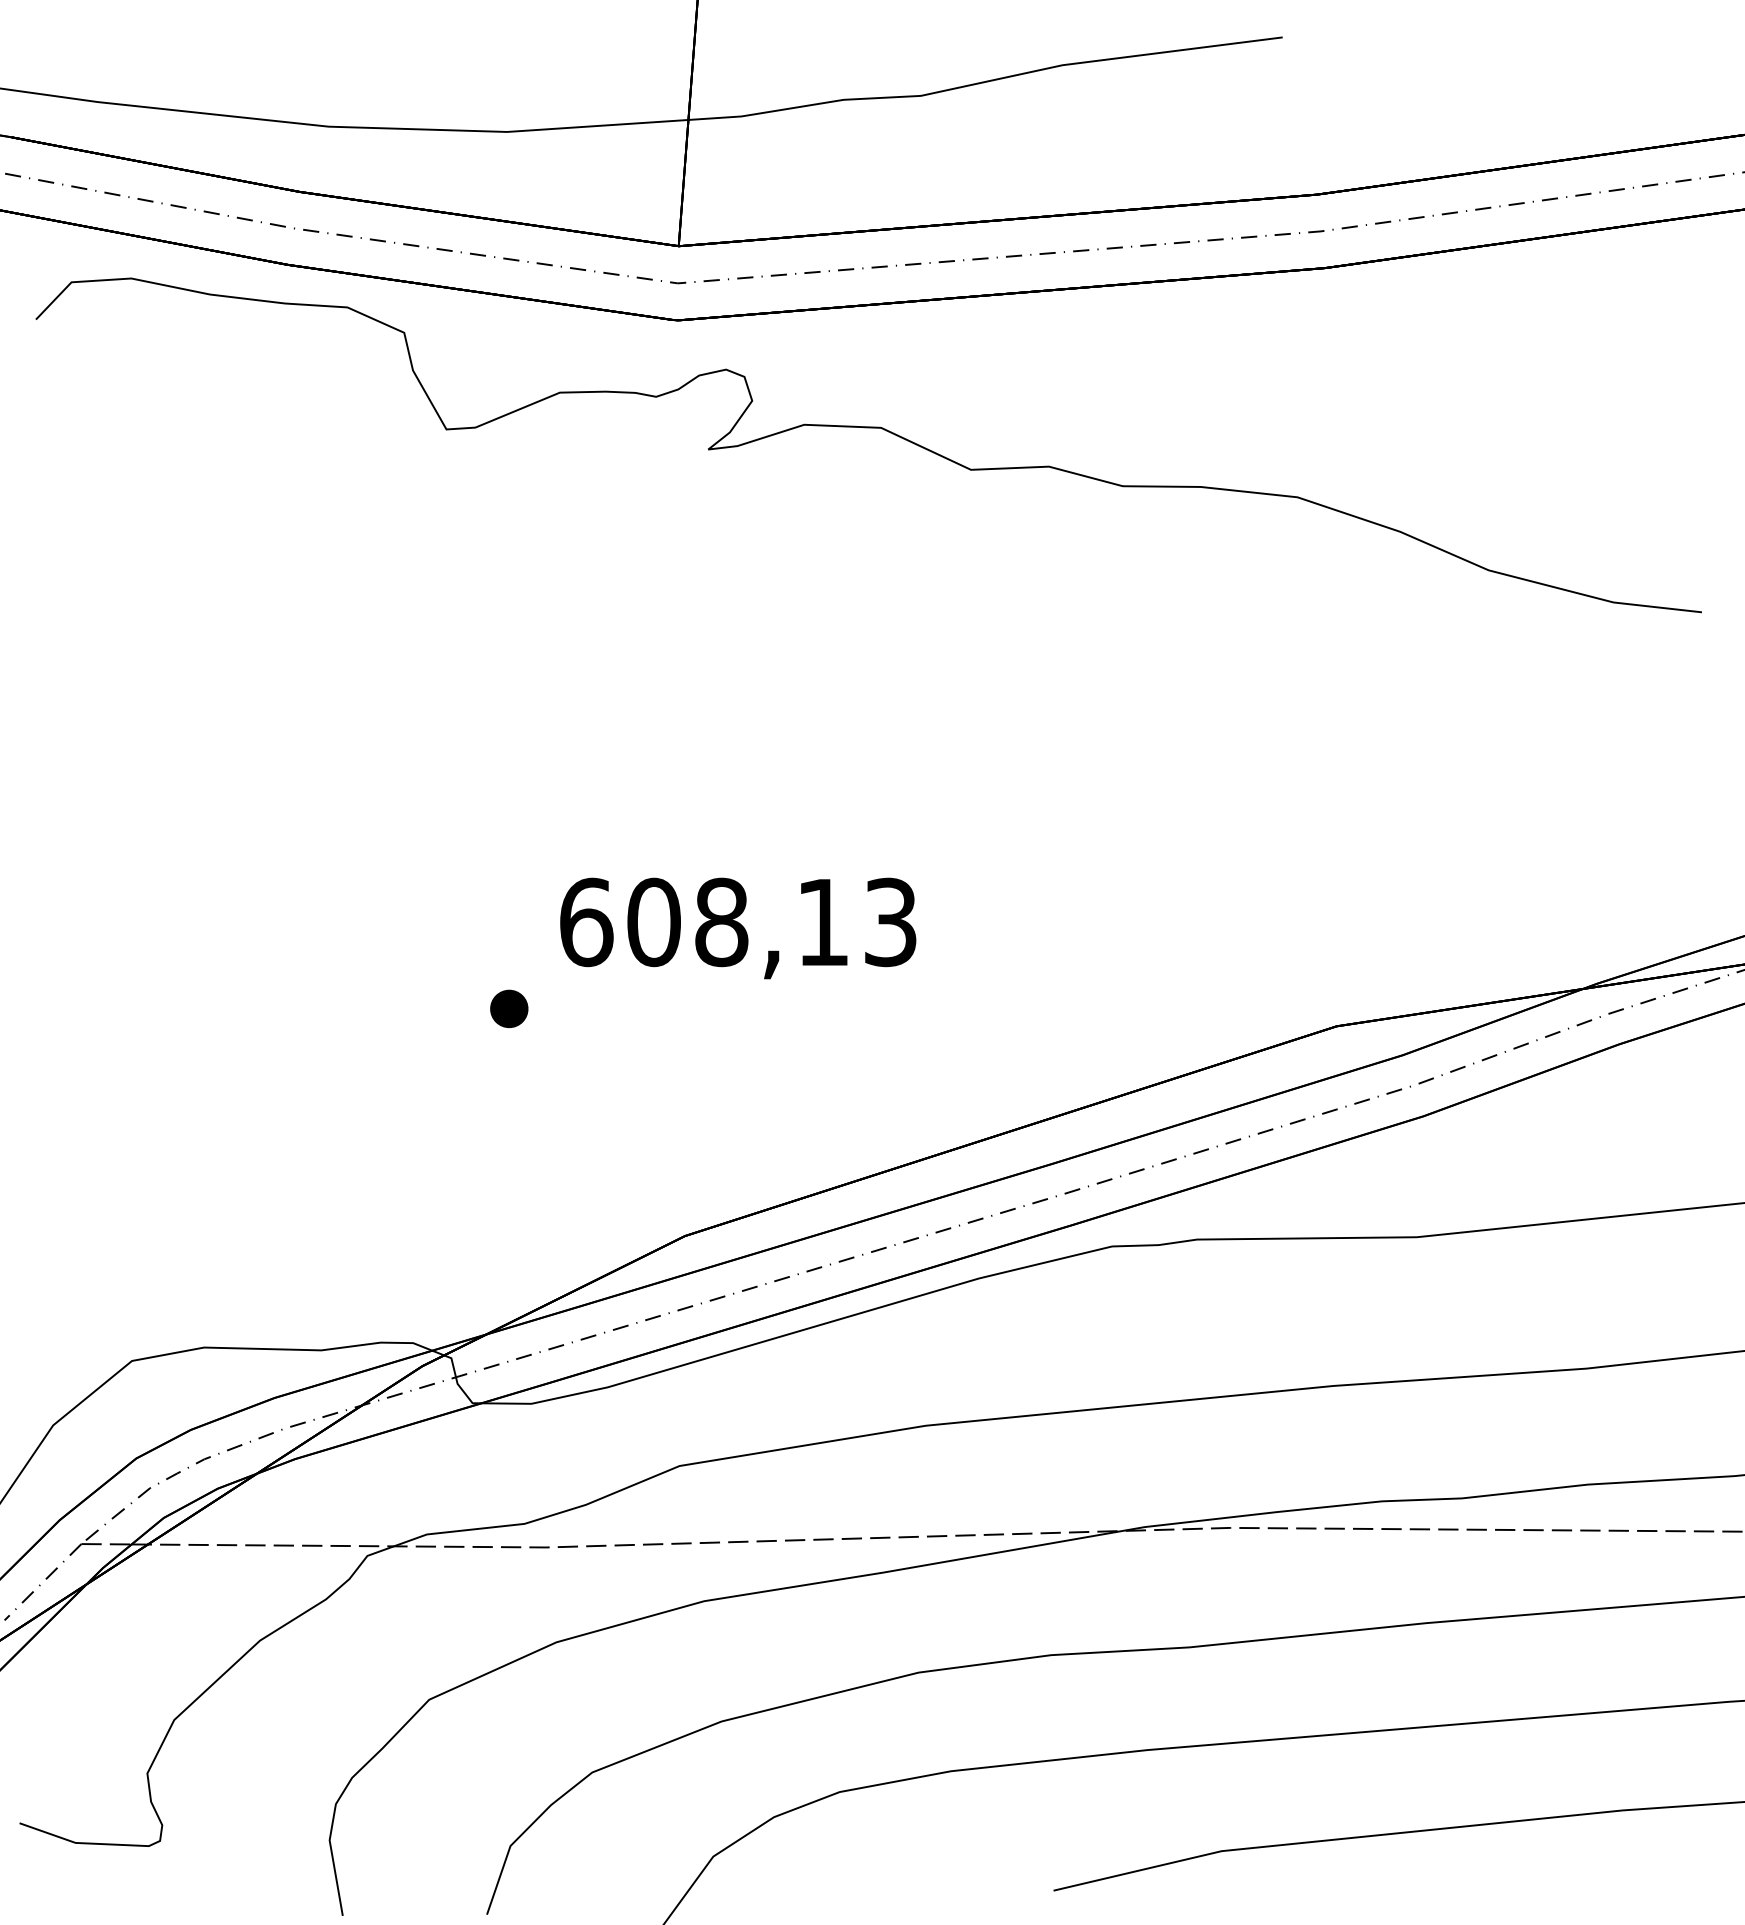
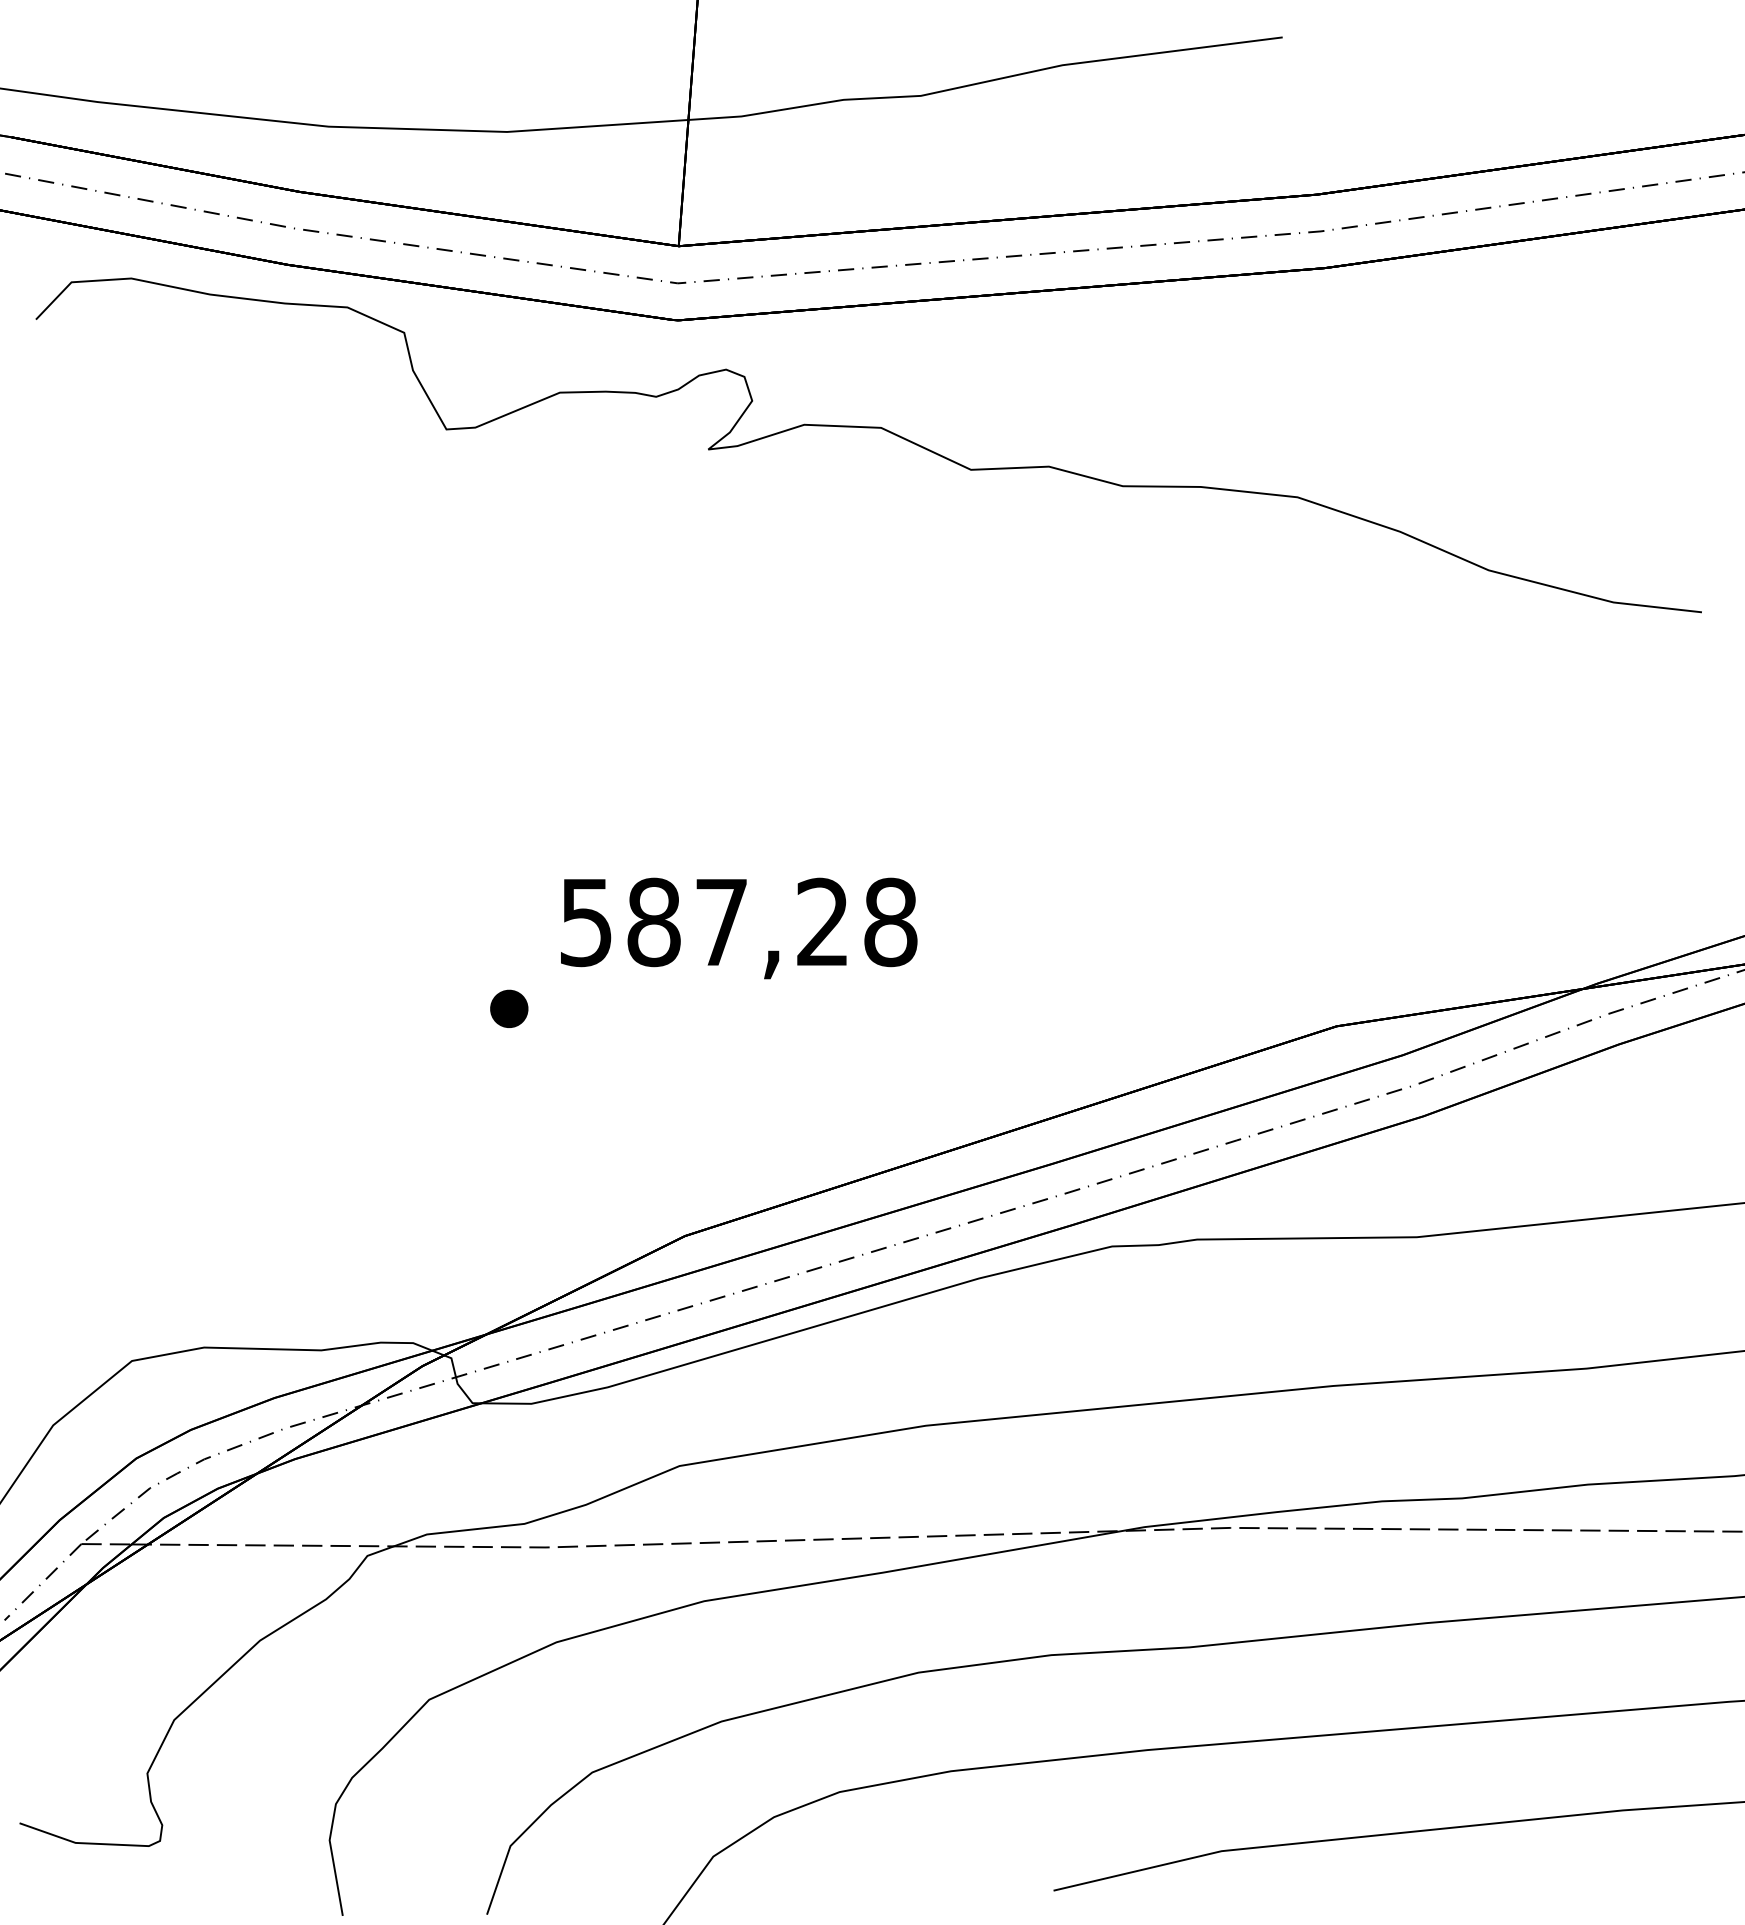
text at (738, 922): 608,13 -> 587,28
